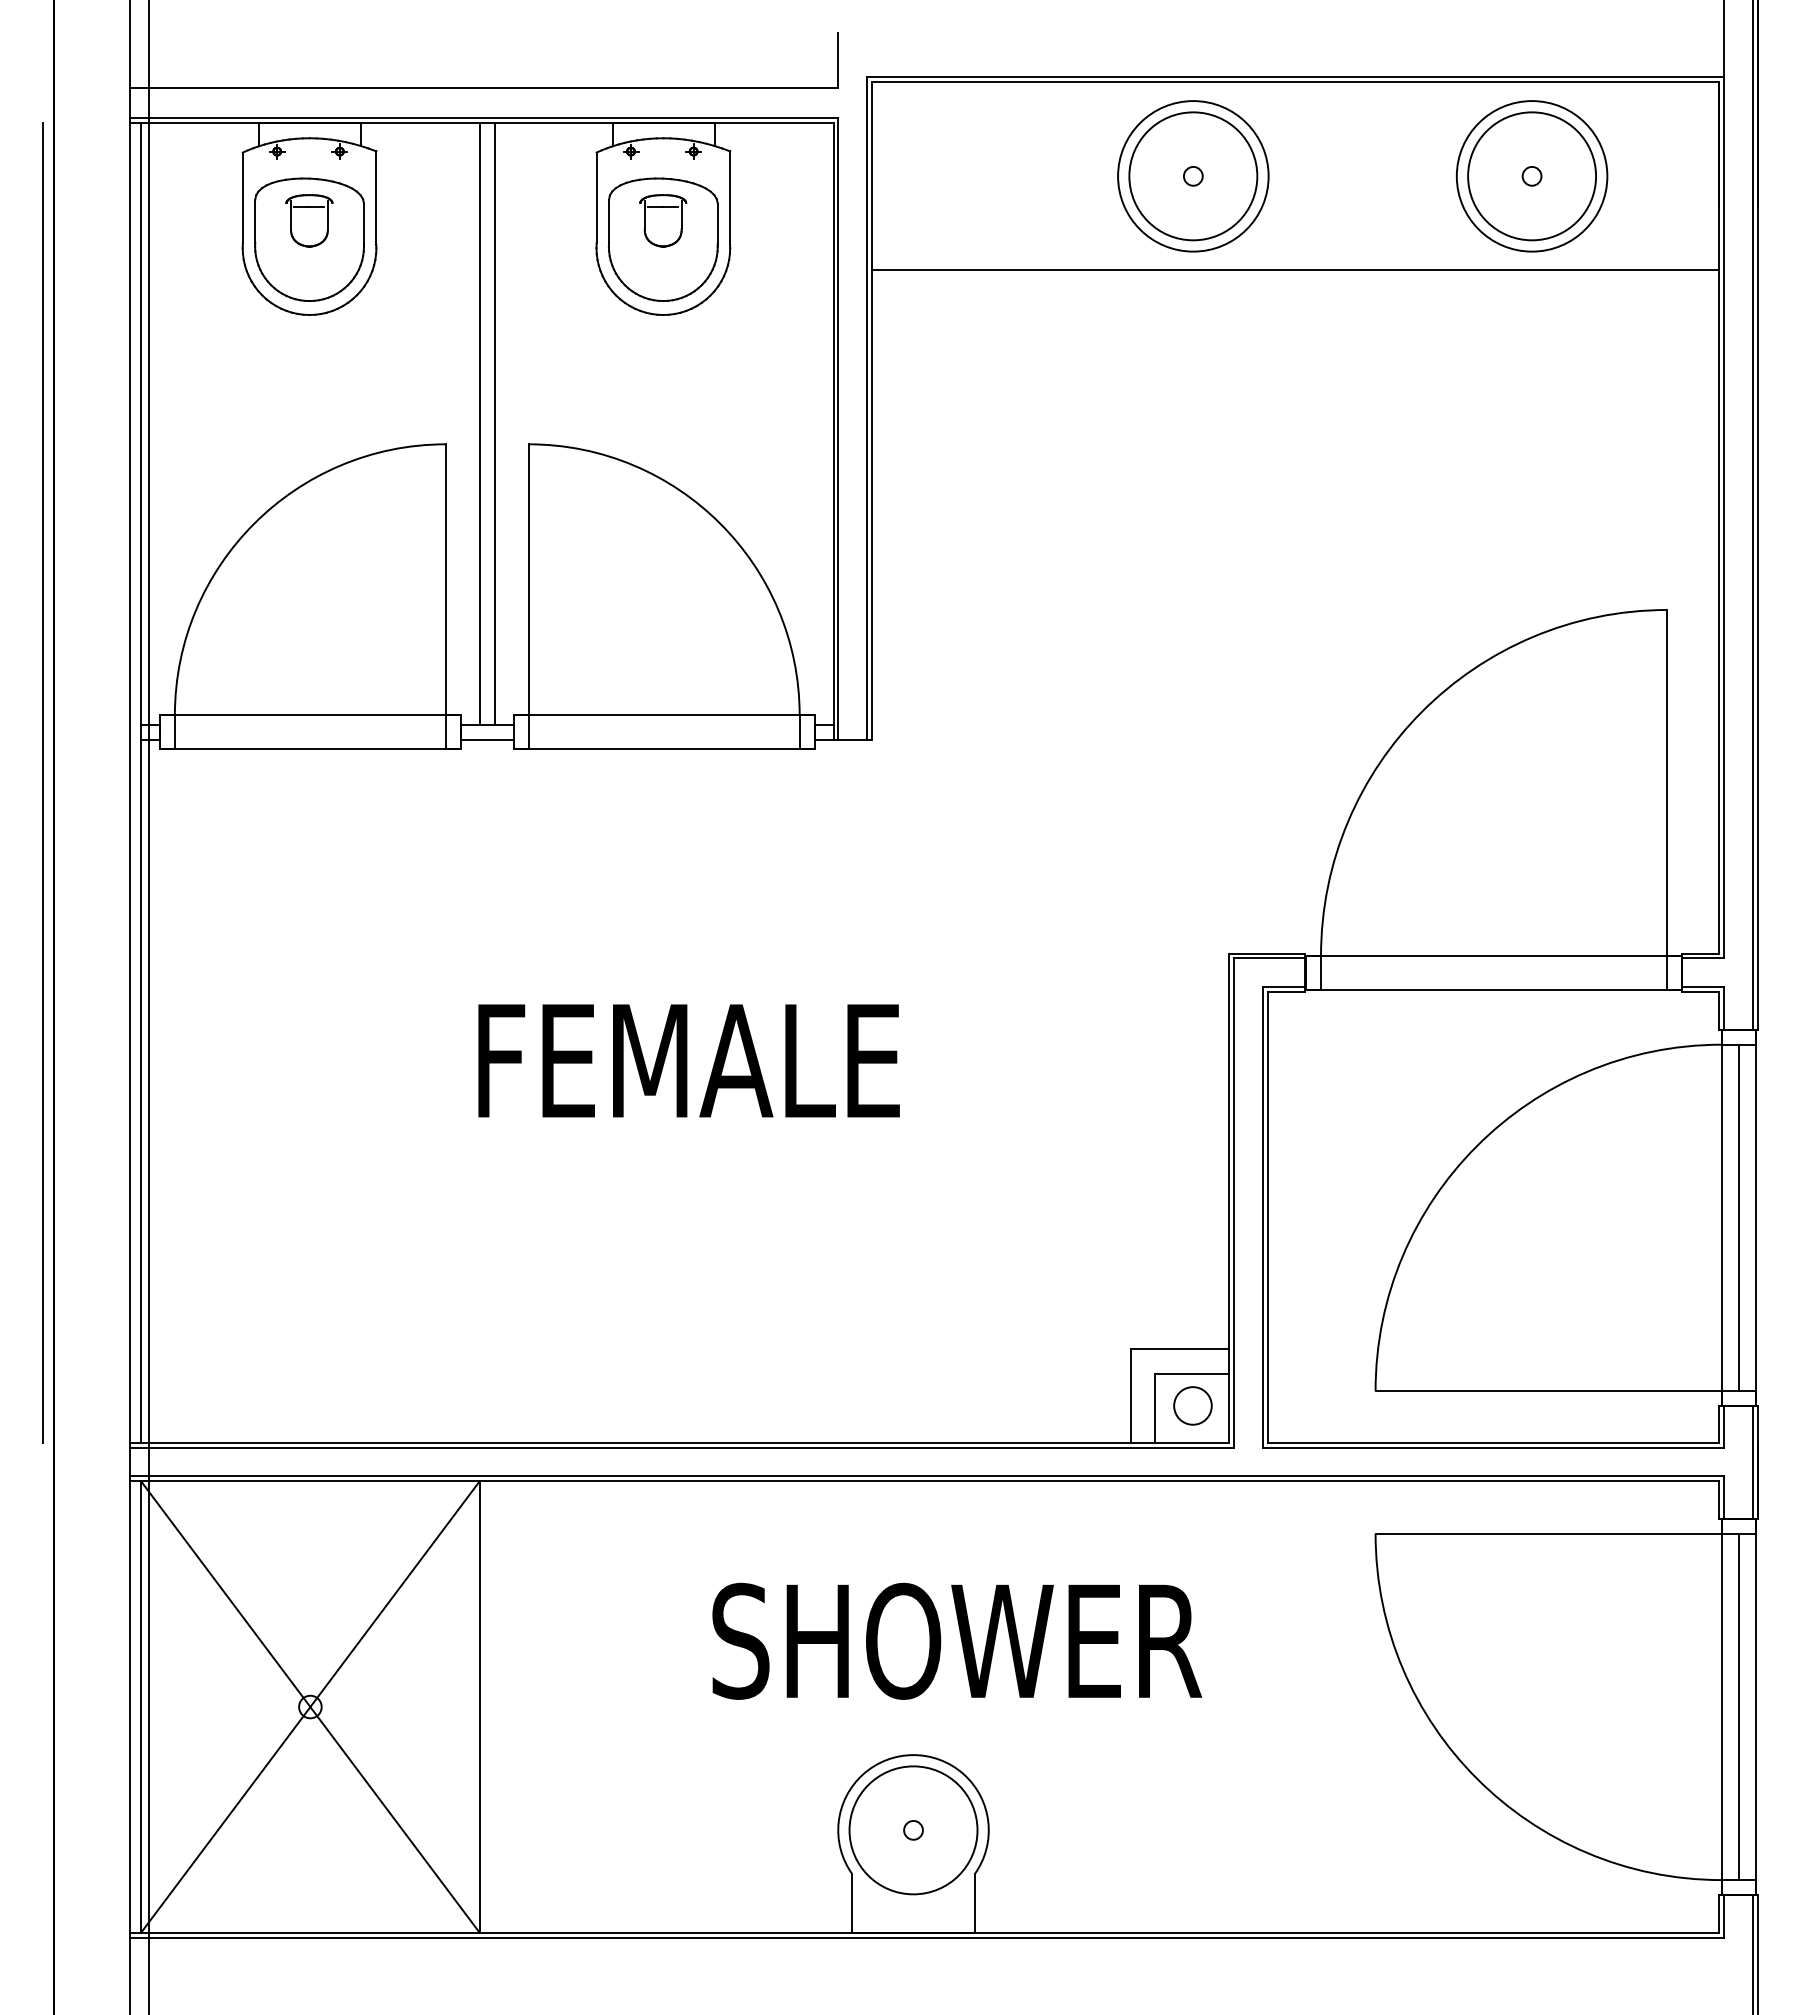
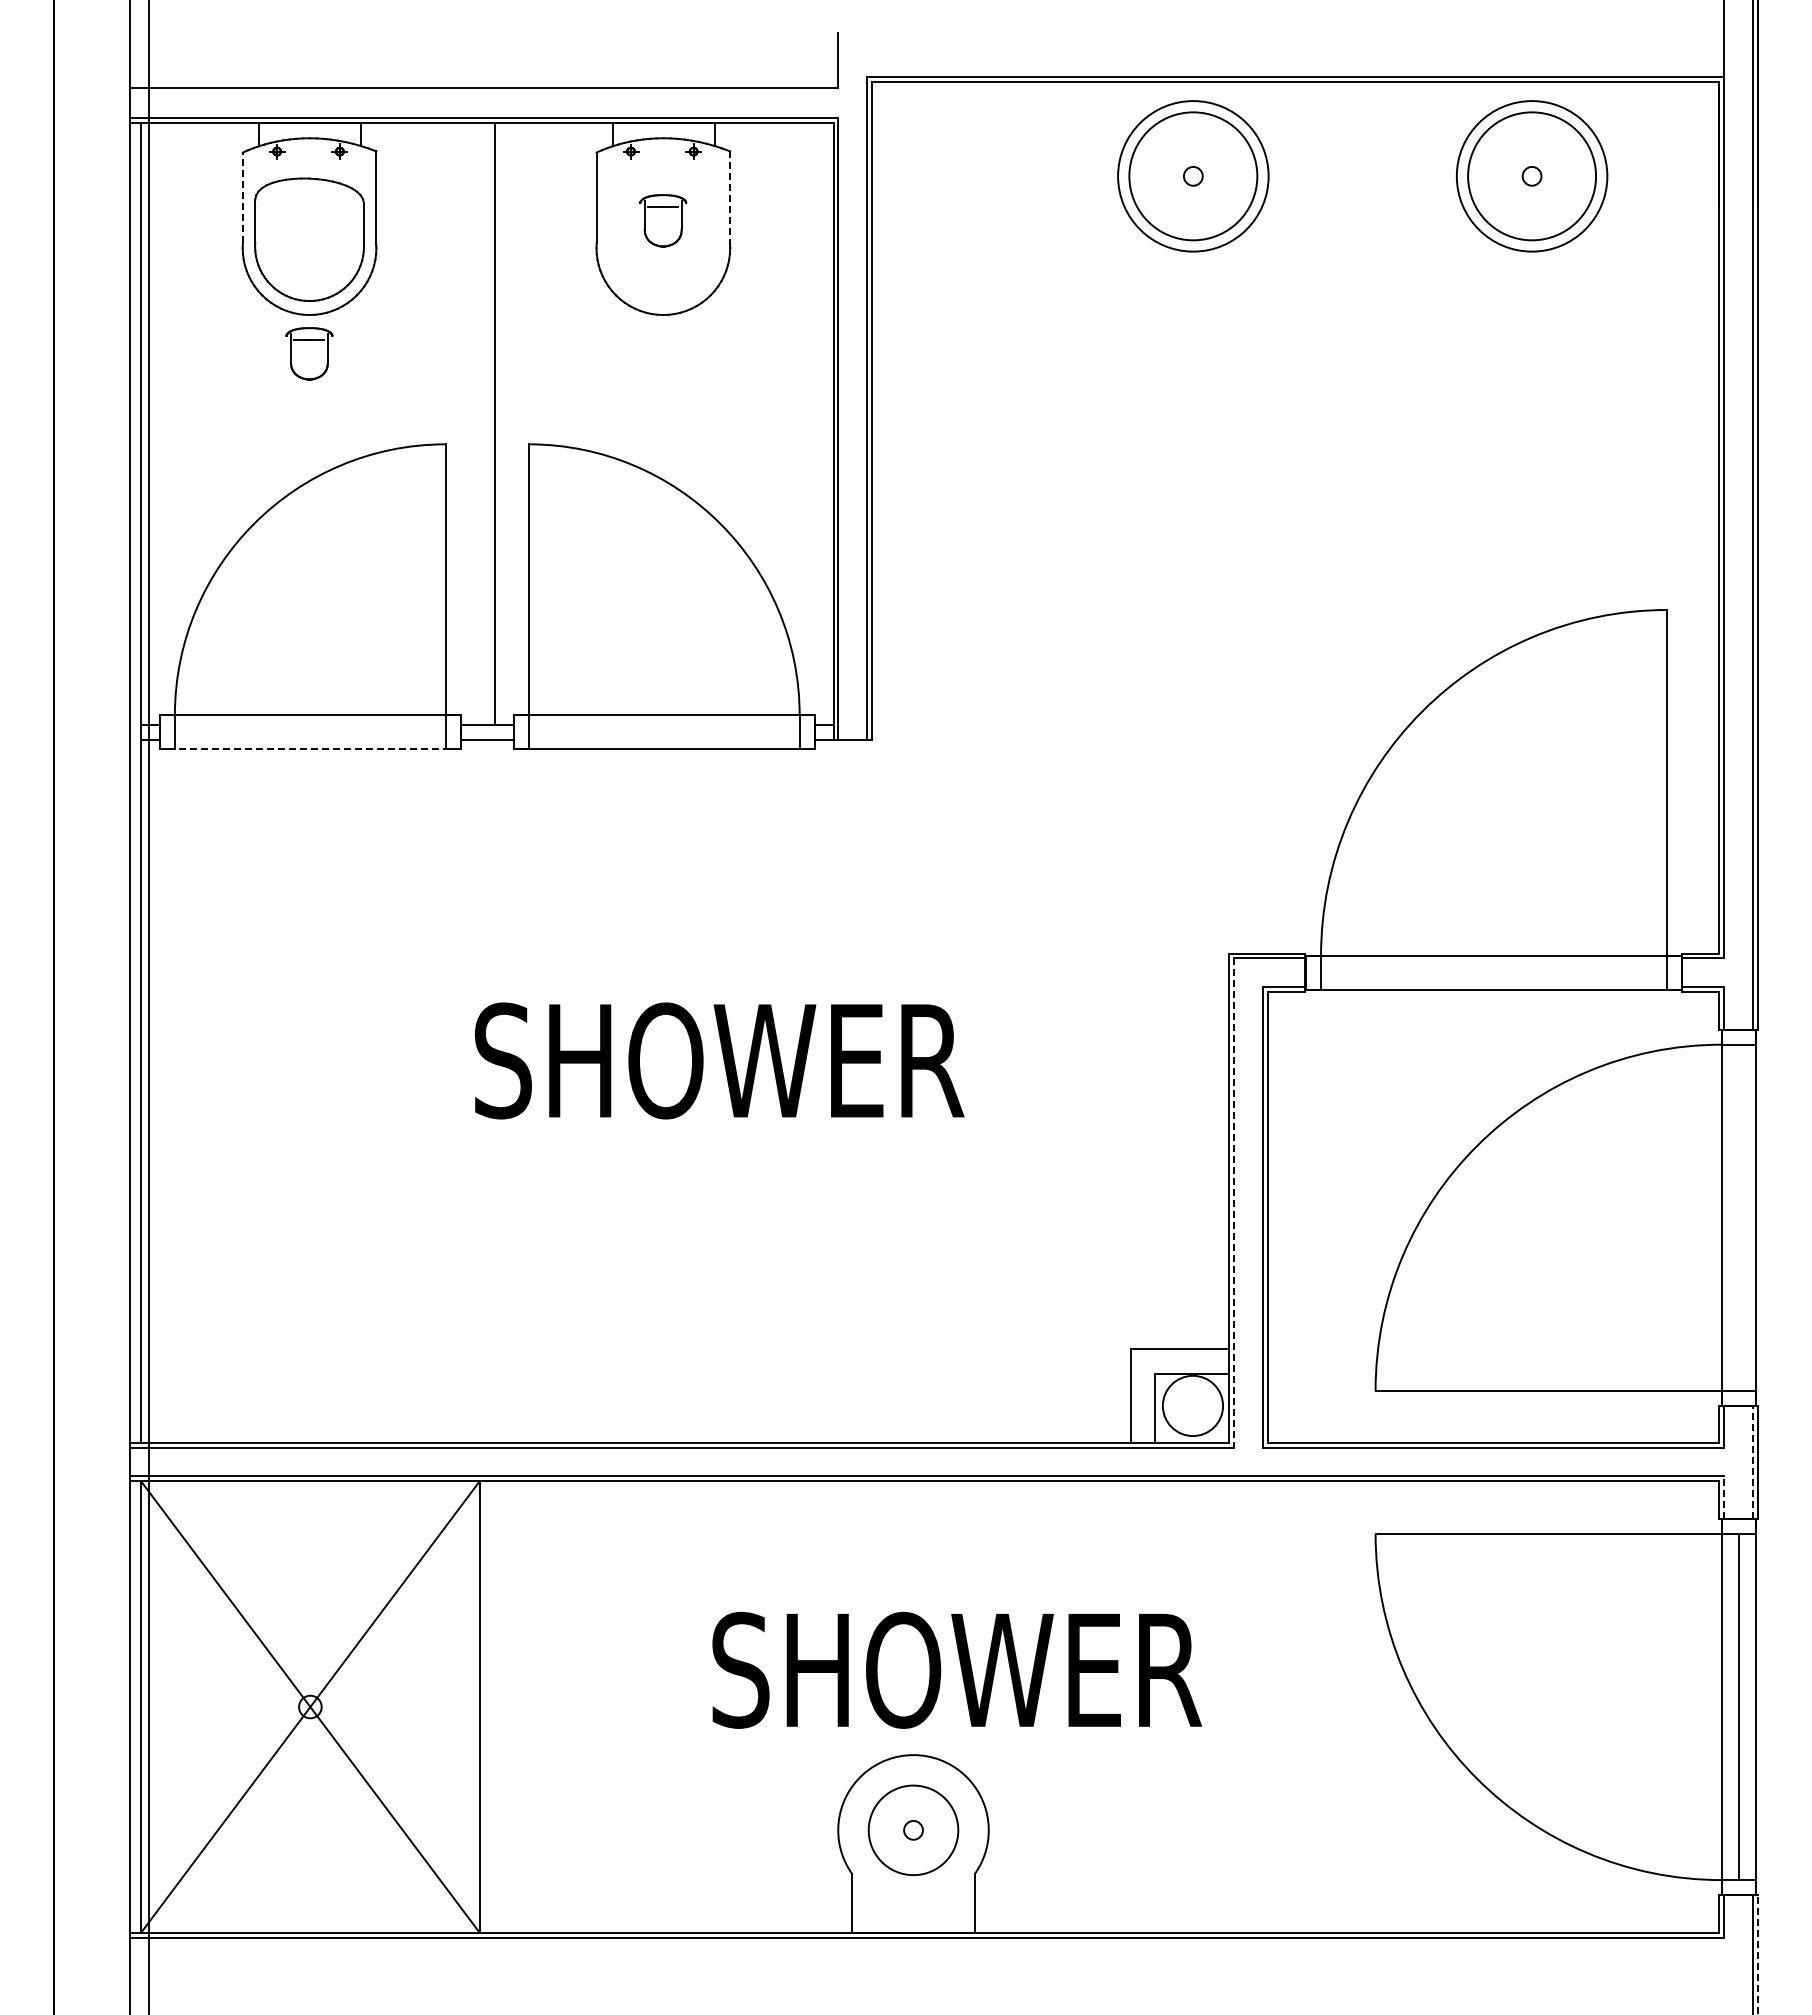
line at (242, 197): solid -> dashed
line at (730, 198): solid -> dashed
part at (309, 220) position: (309, 220) -> (309, 353)
part at (662, 239): present -> none
line at (1295, 270): present -> none
line at (479, 423): present -> none
line at (310, 749): solid -> dashed
line at (43, 782): present -> none
text at (719, 1060): FEMALE -> SHOWER
line at (1234, 1203): solid -> dashed
line at (1738, 1217): present -> none
circle at (1192, 1405) diameter: 38 px -> 60 px
line at (1752, 1461): solid -> dashed
line at (1724, 1497): solid -> dashed
text at (957, 1640) position: (957, 1640) -> (957, 1669)
circle at (913, 1830) diameter: 128 px -> 90 px
line at (1757, 1954): solid -> dashed
